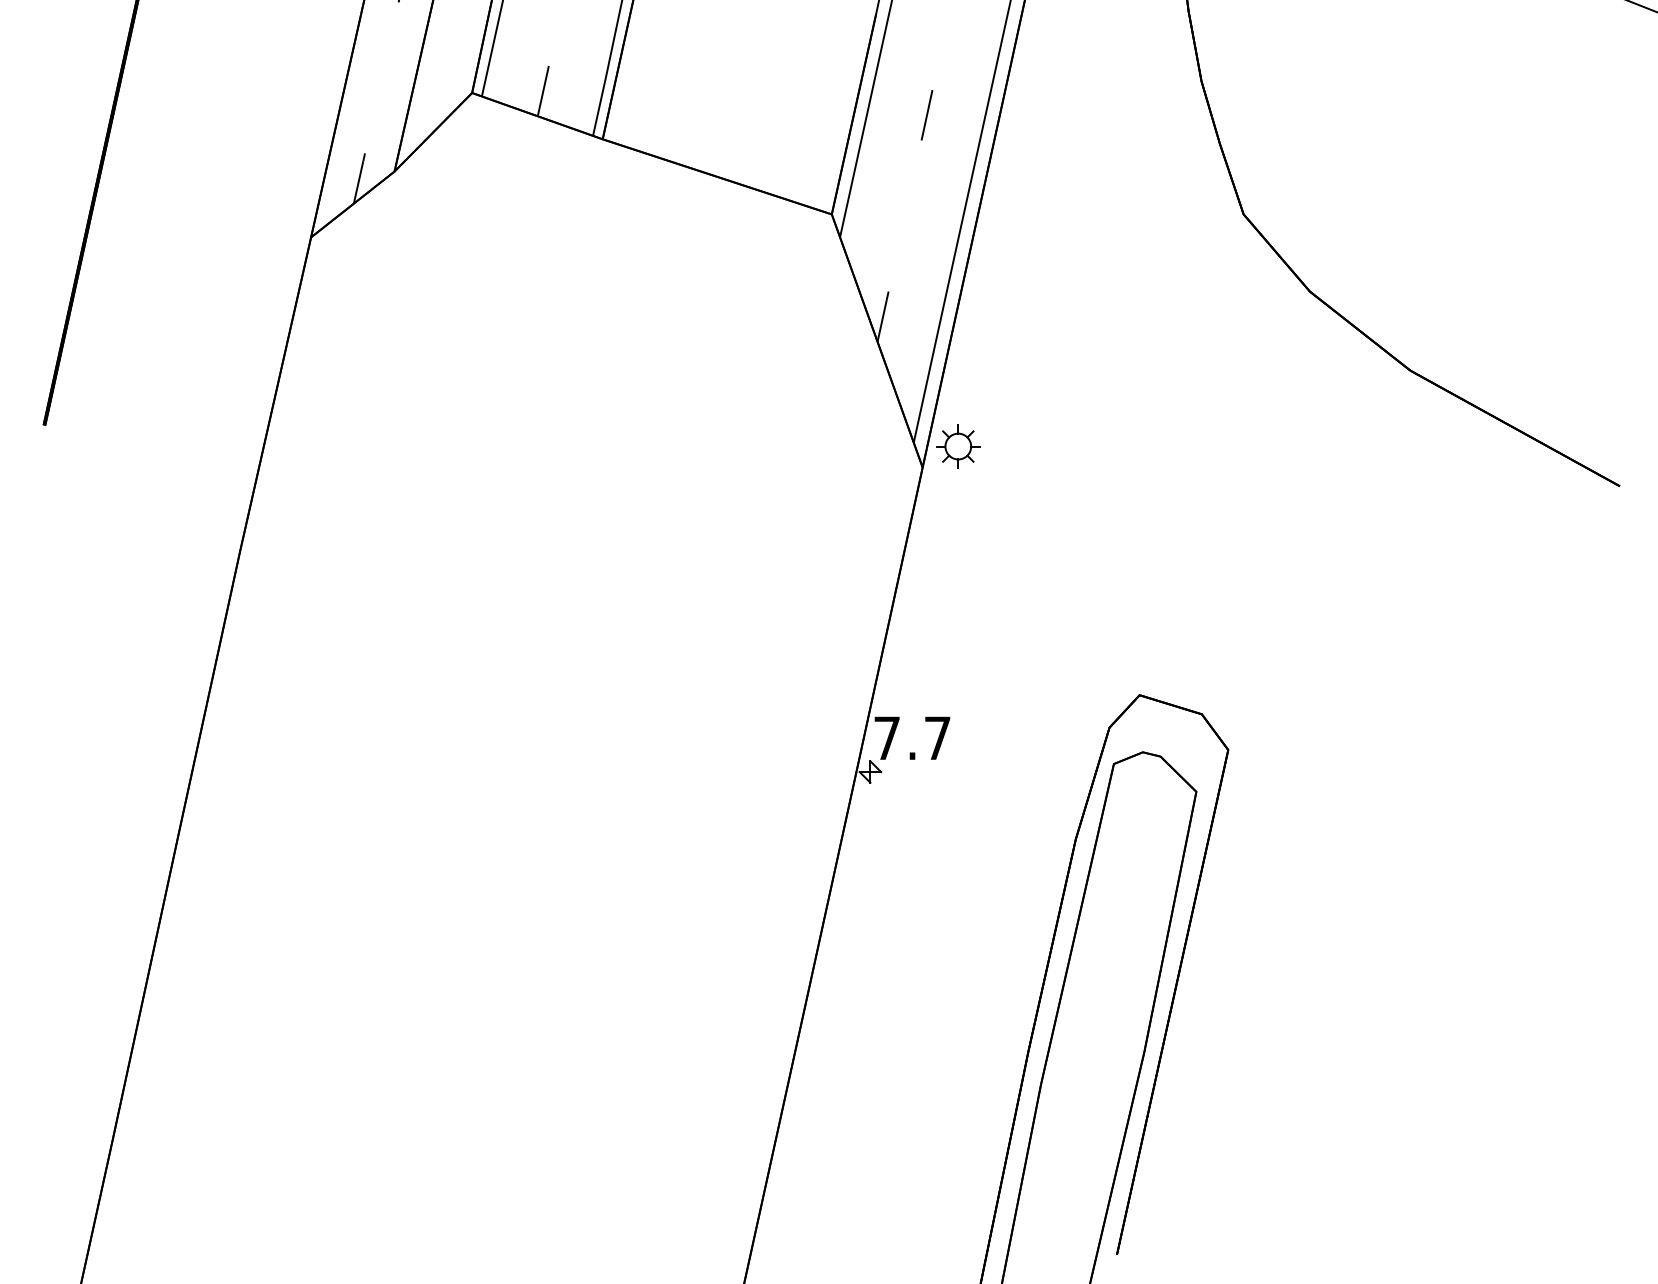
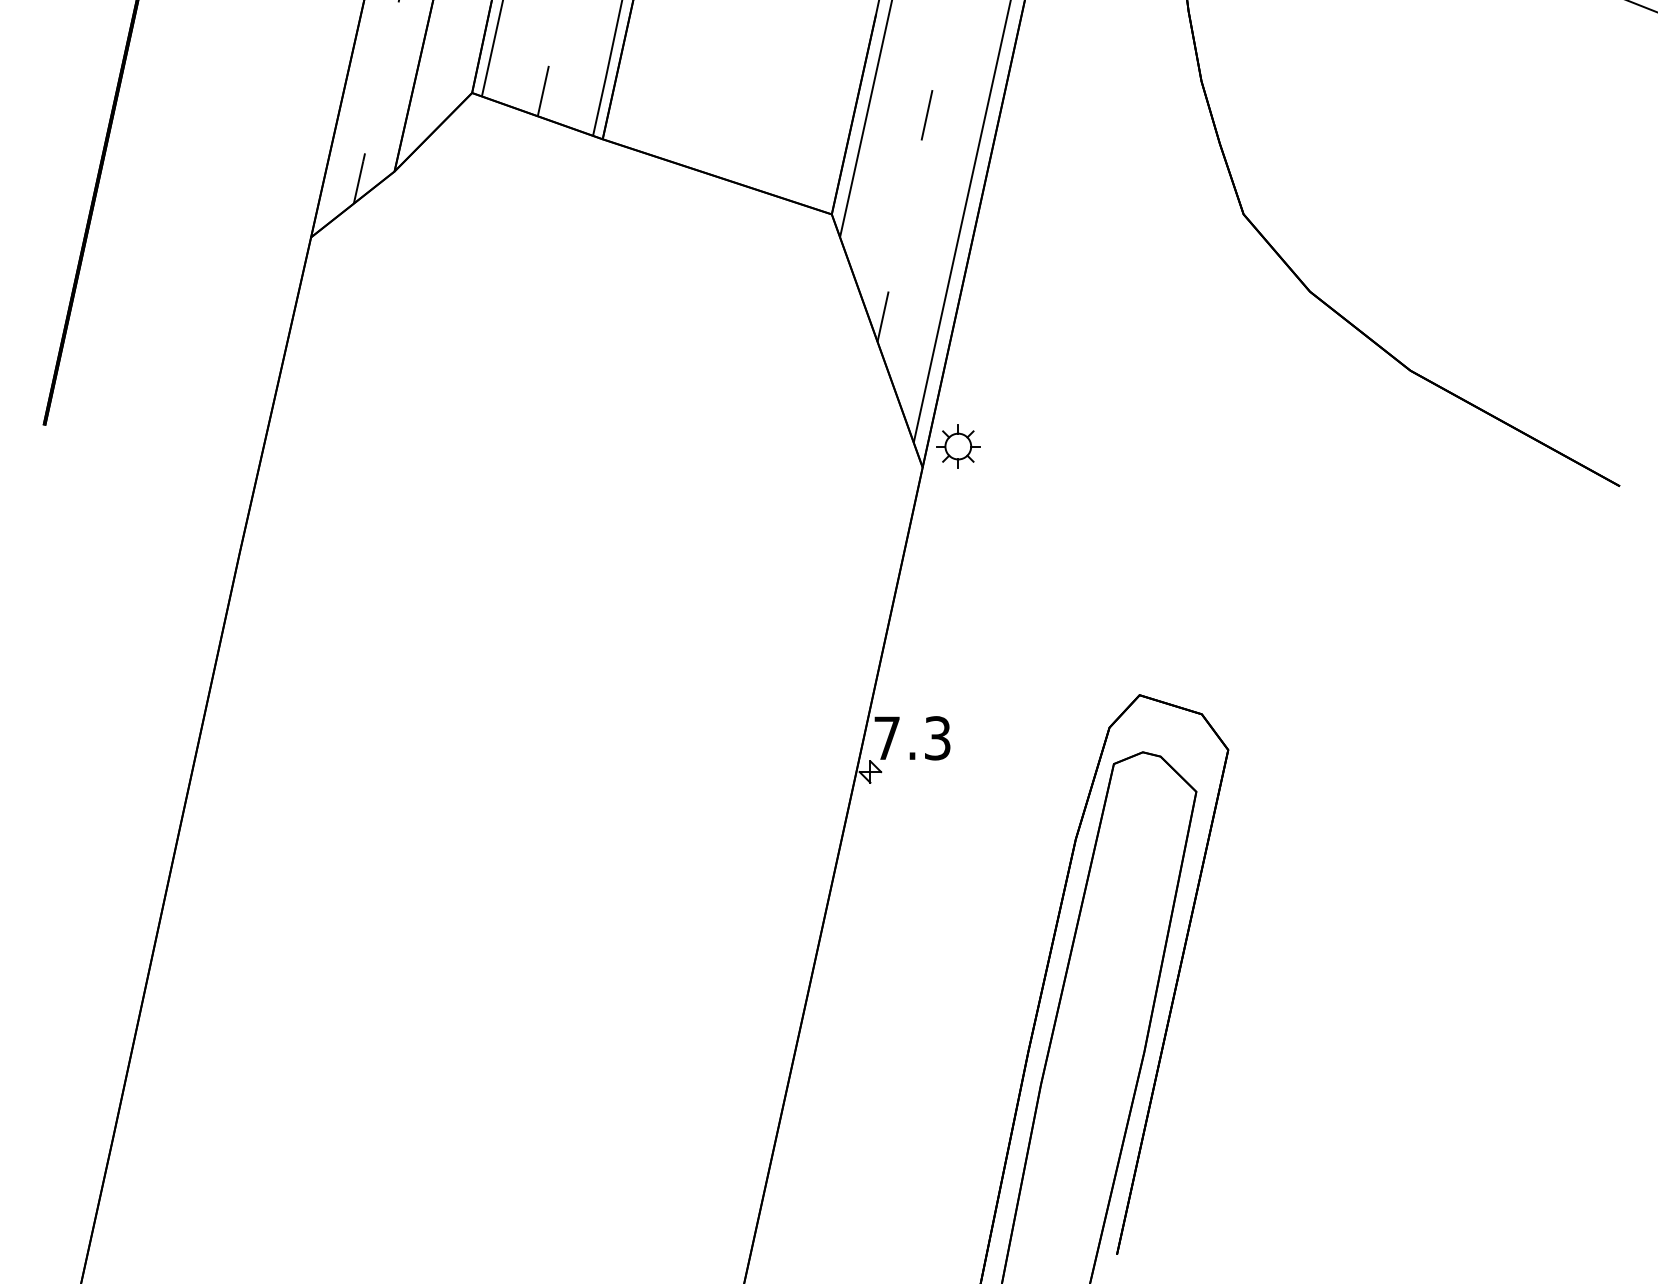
text at (937, 738): 7.7 -> 7.3
